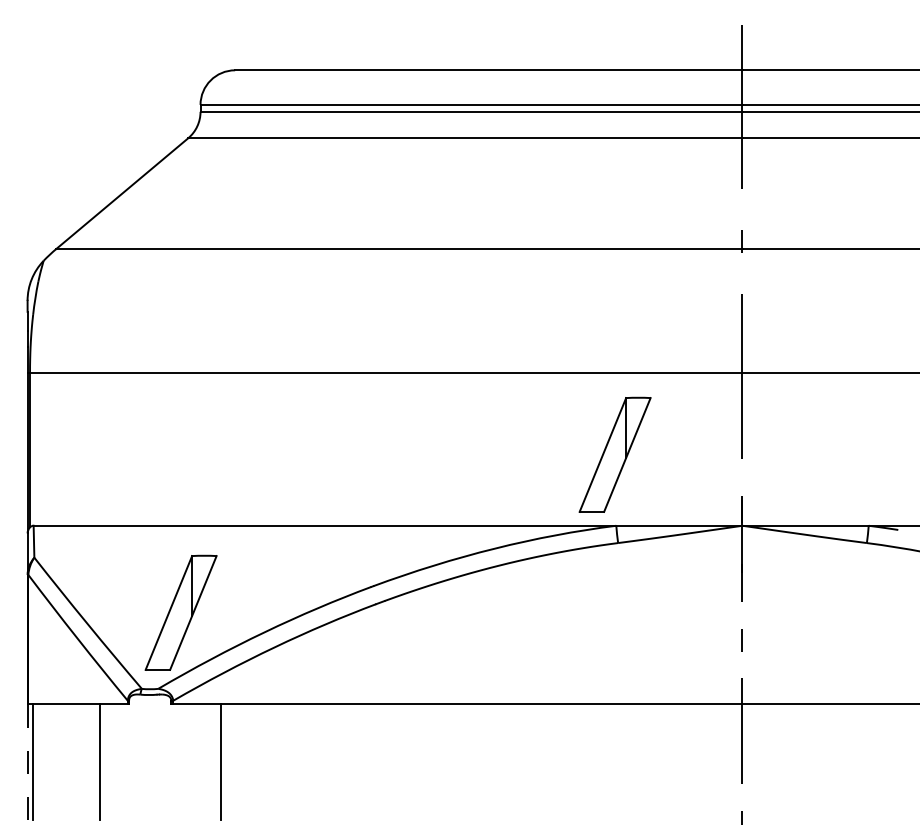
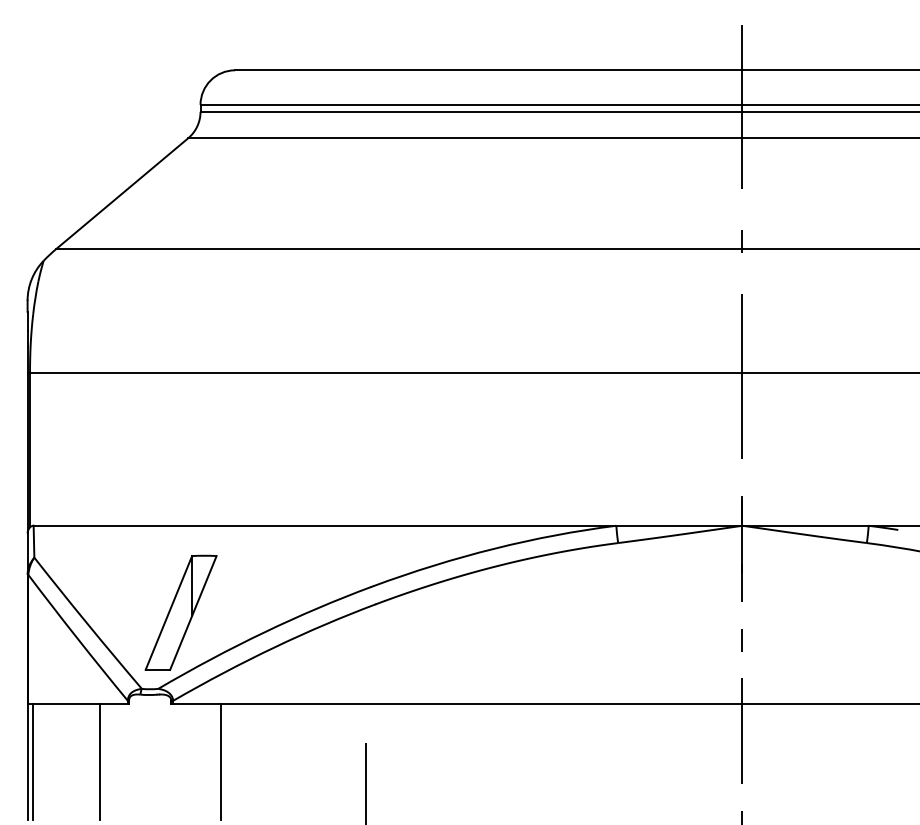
part at (614, 454): present -> none
line at (27, 762): dashed -> solid
line at (365, 781): none -> present
